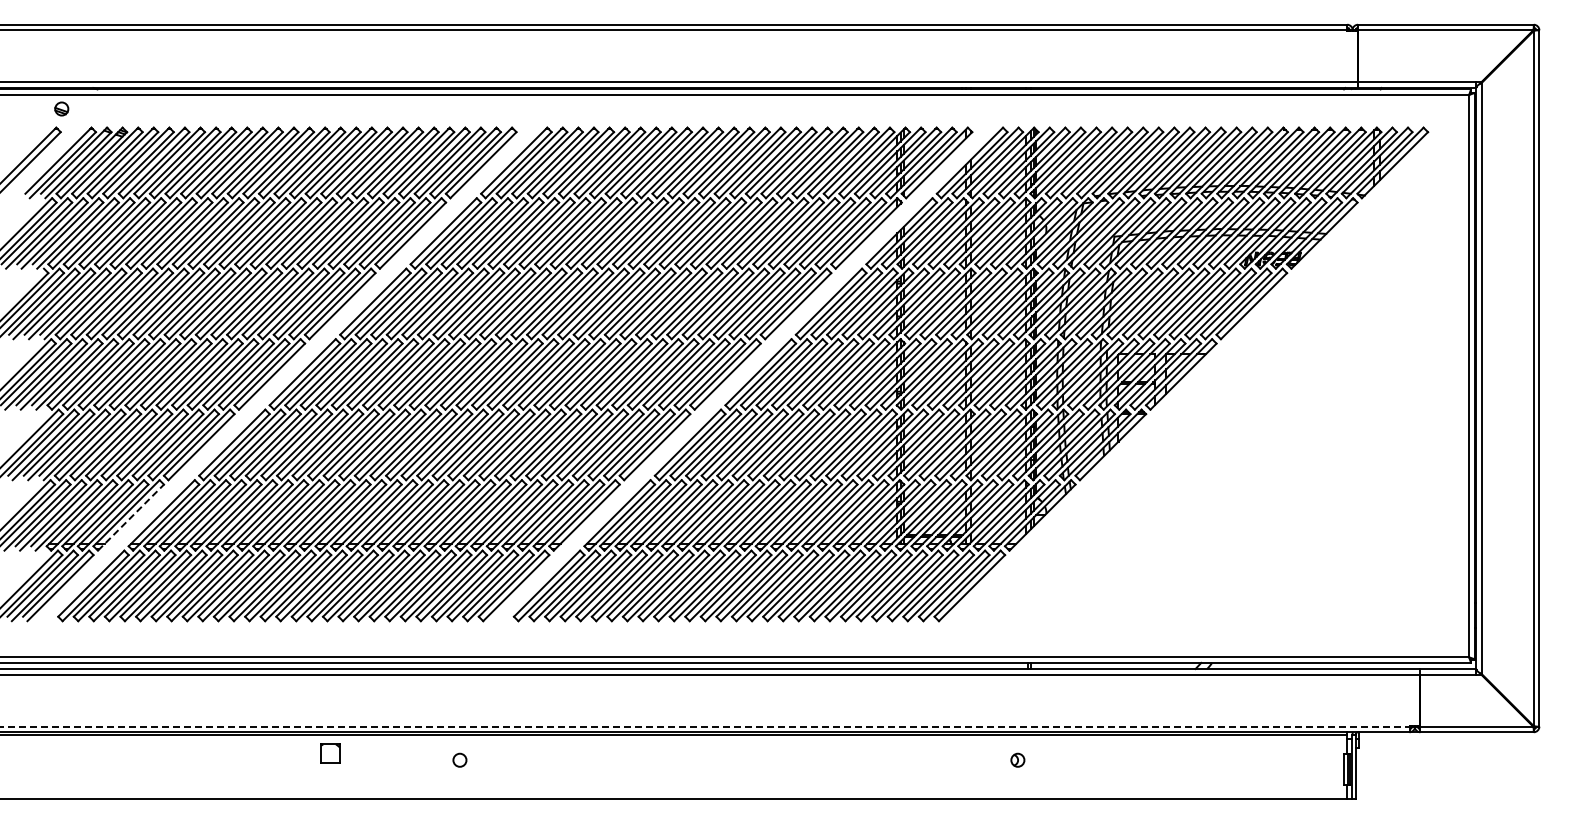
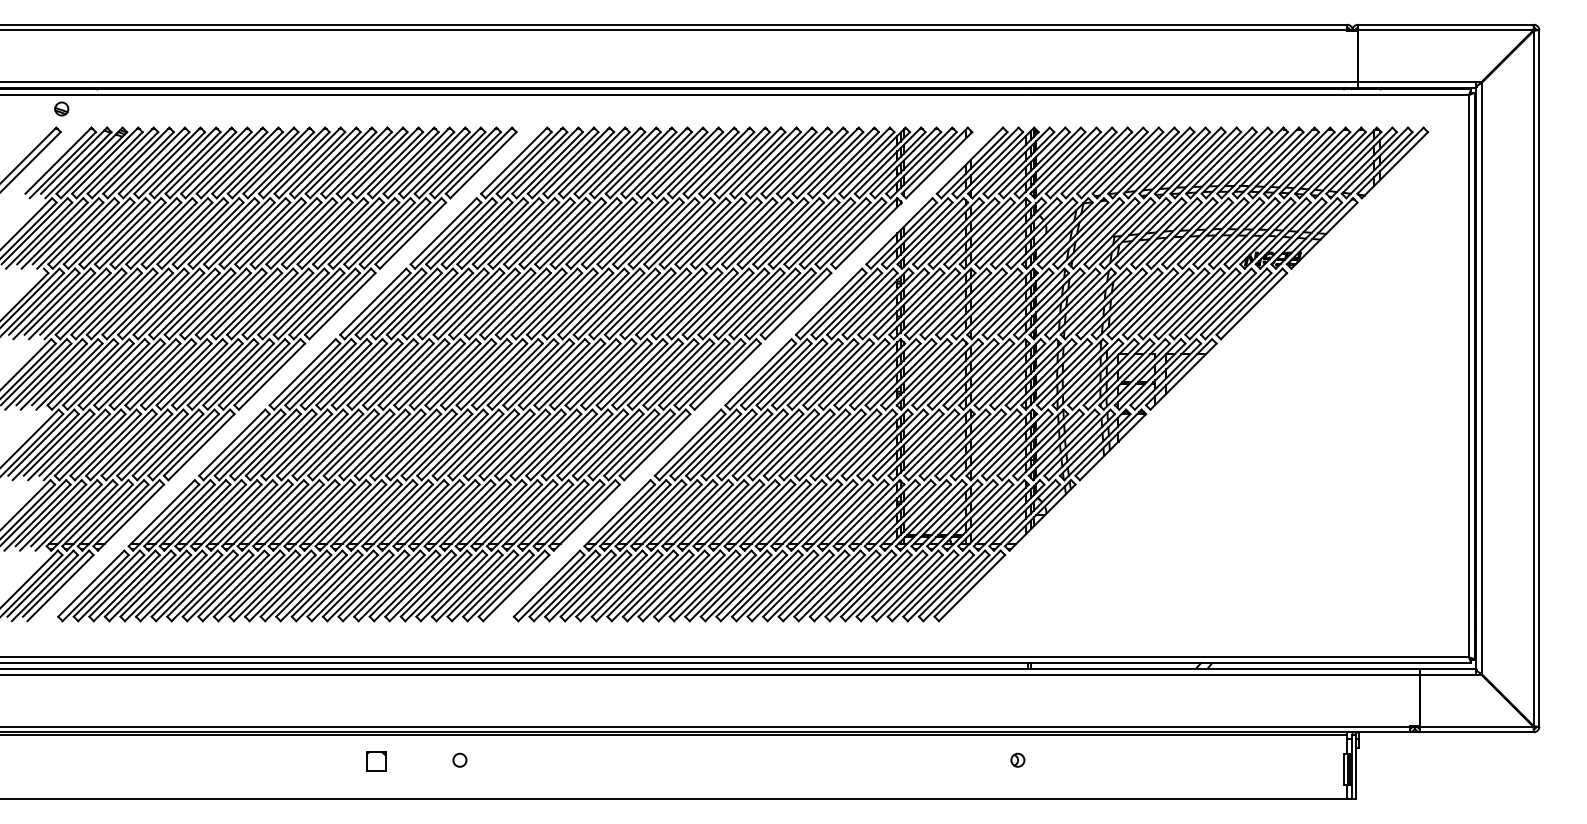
line at (130, 517): dashed -> solid
line at (705, 726): dashed -> solid
part at (330, 753) position: (330, 753) -> (376, 761)
